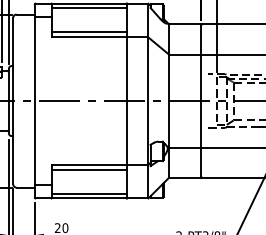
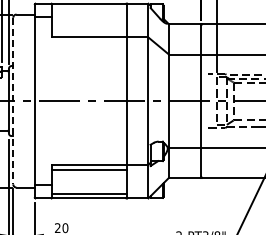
line at (89, 7): present -> none
line at (89, 31): present -> none
line at (13, 101): solid -> dashed
